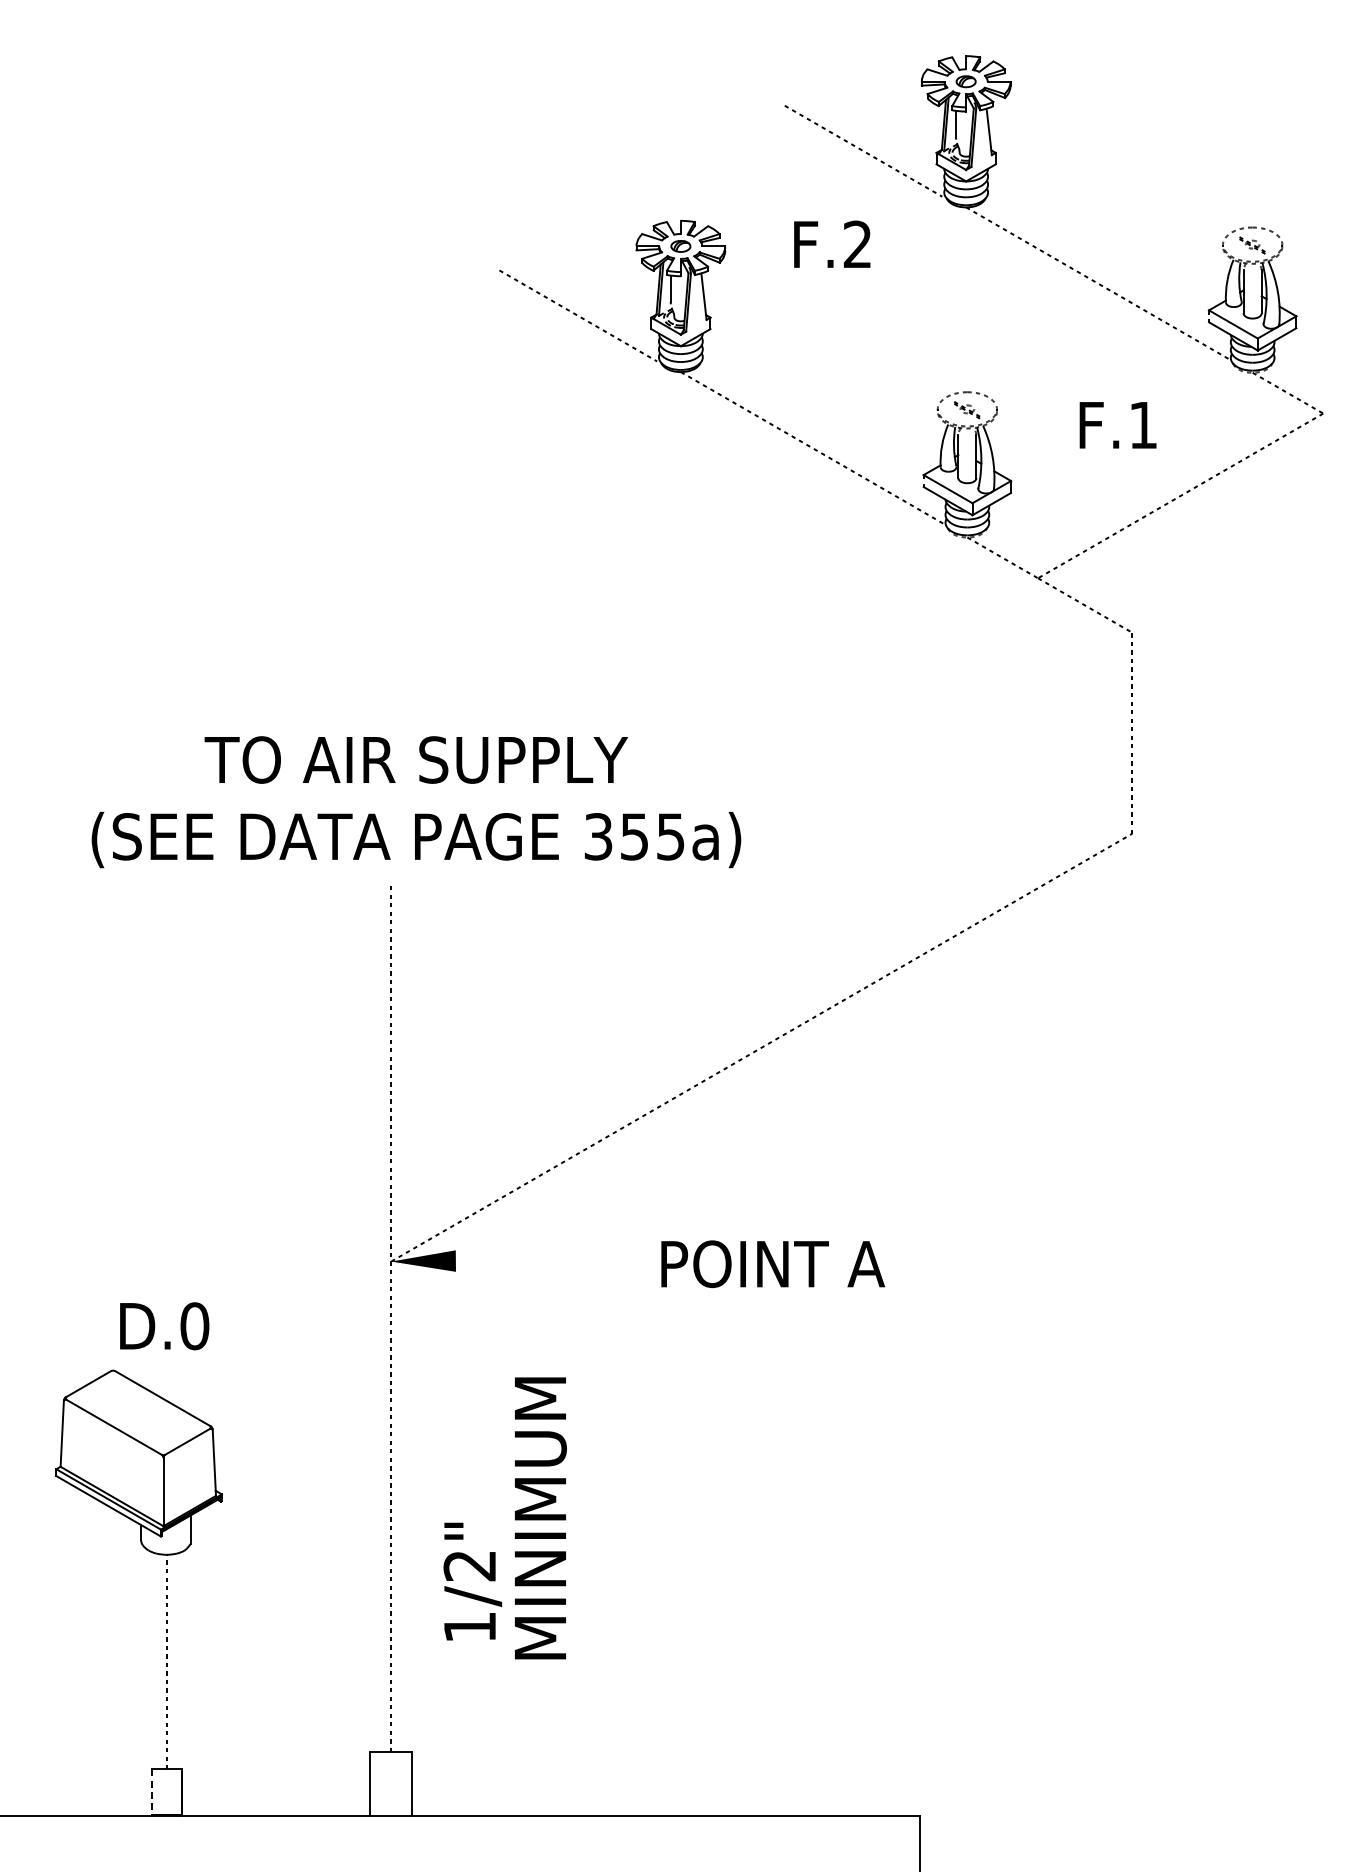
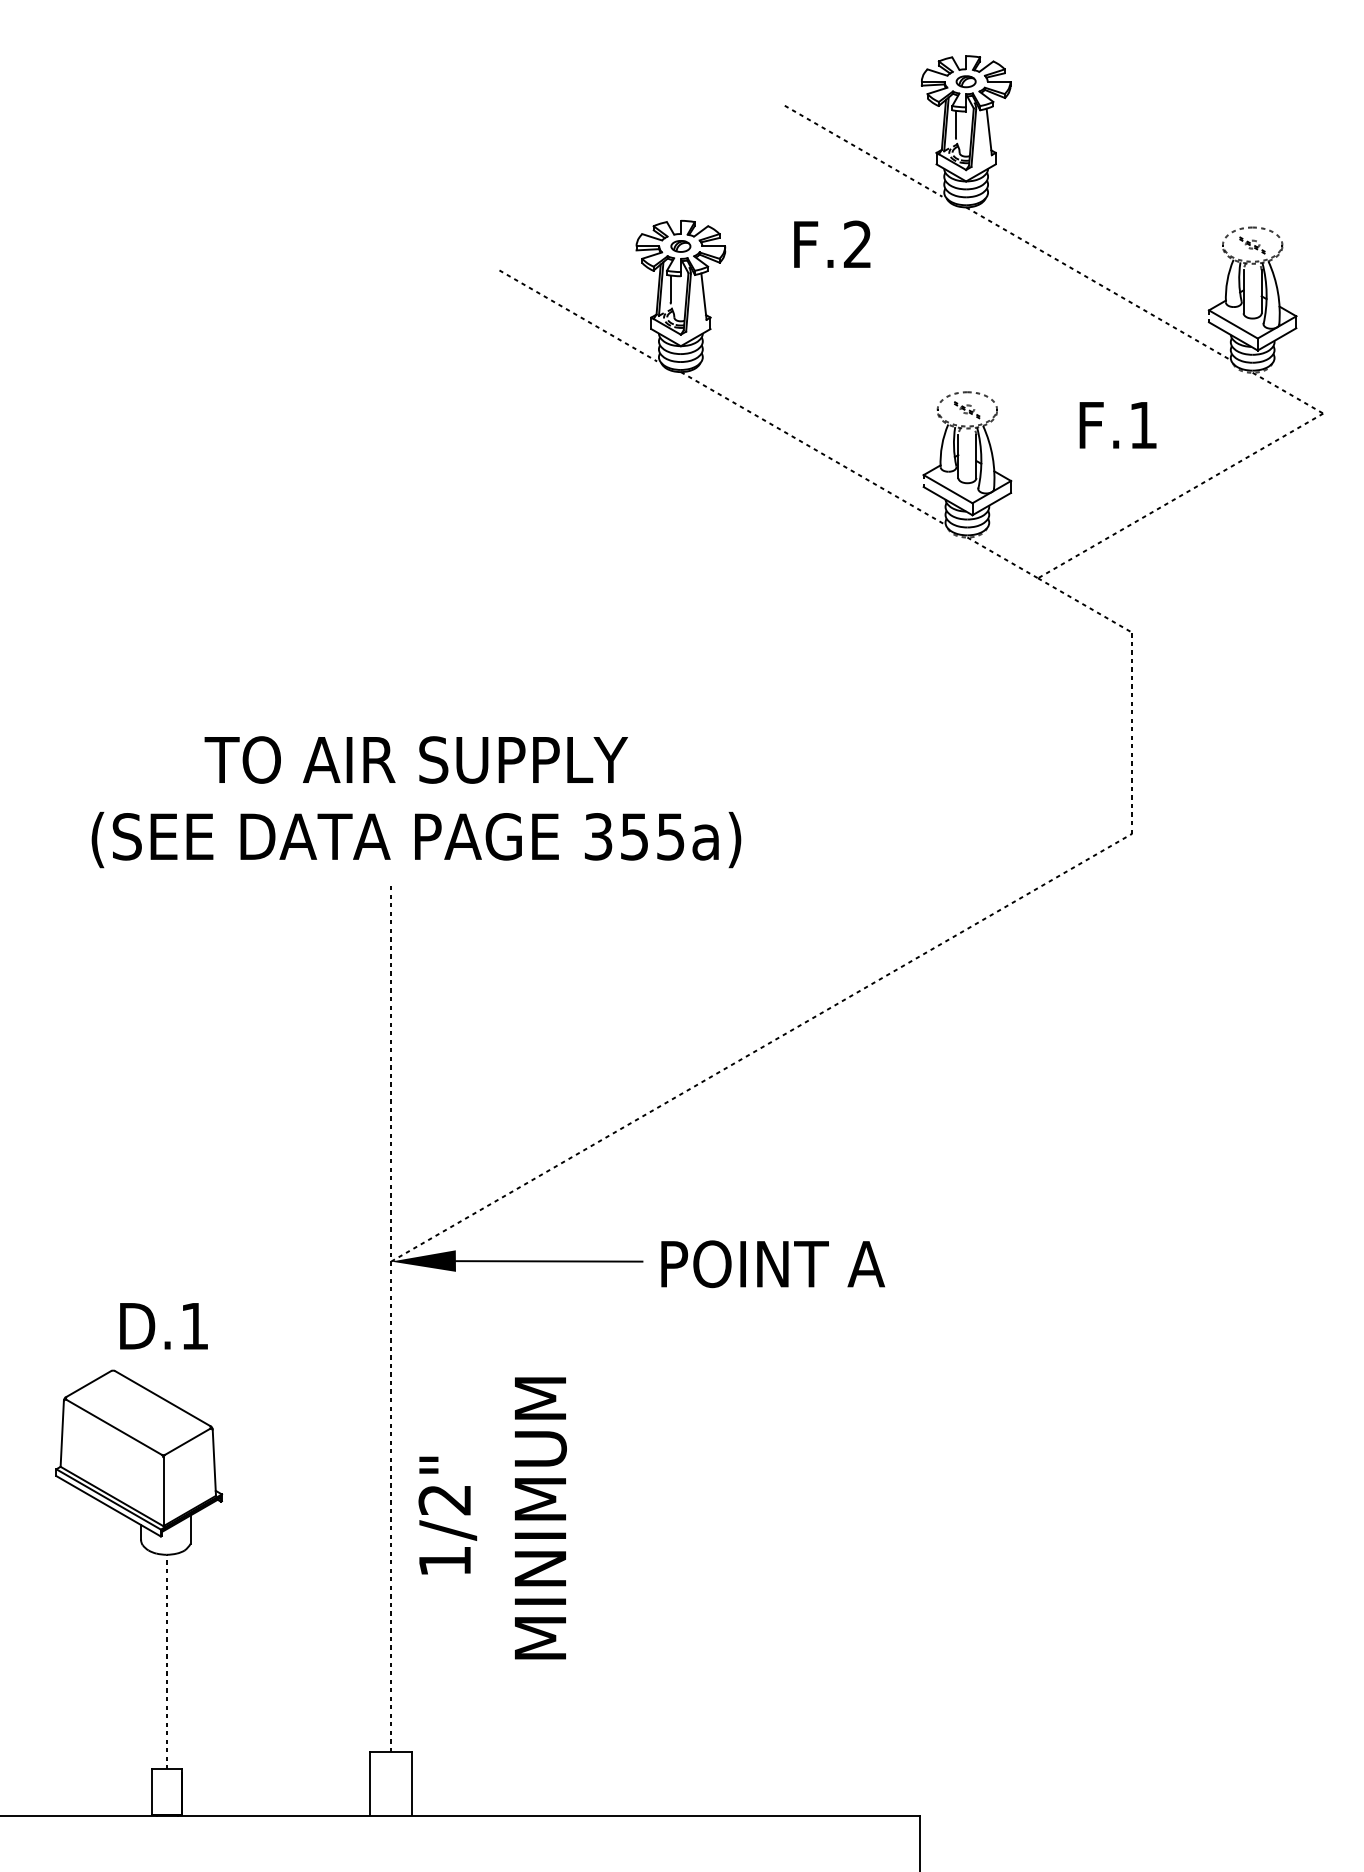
line at (549, 1261): none -> present
text at (194, 1326): D.0 -> D.1
text at (472, 1581) position: (472, 1581) -> (447, 1515)
line at (151, 1792): dashed -> solid
